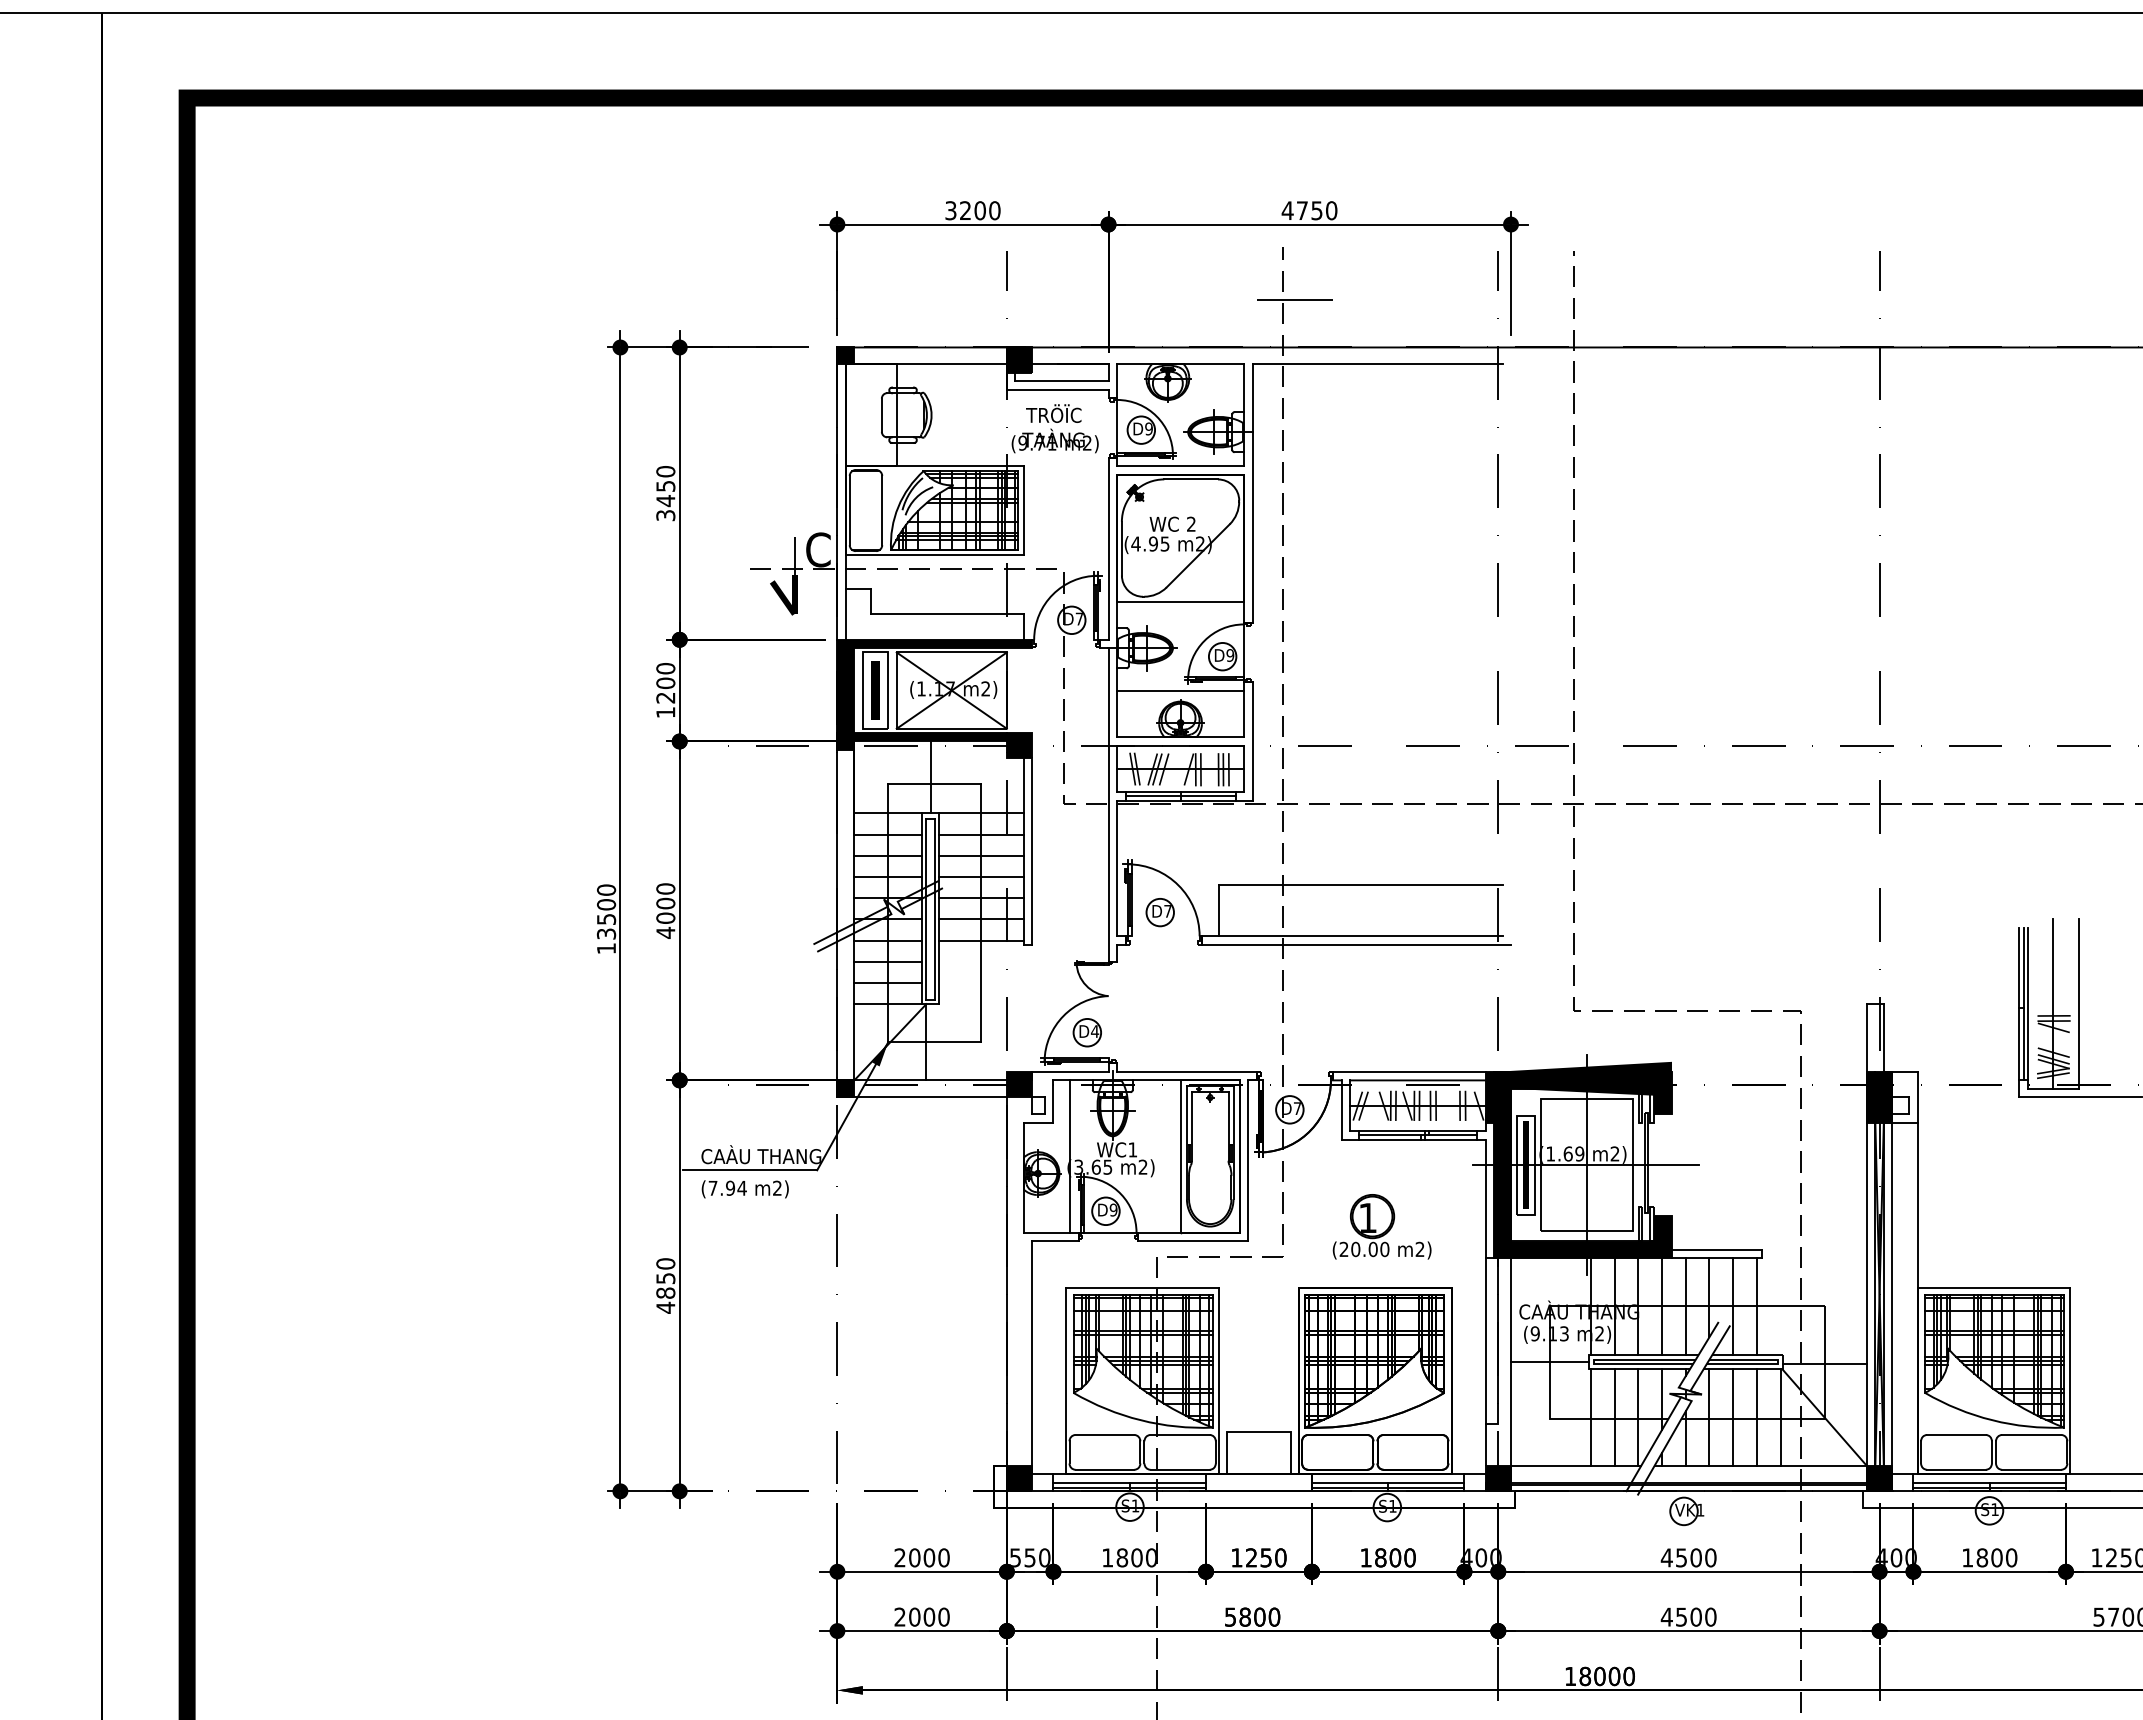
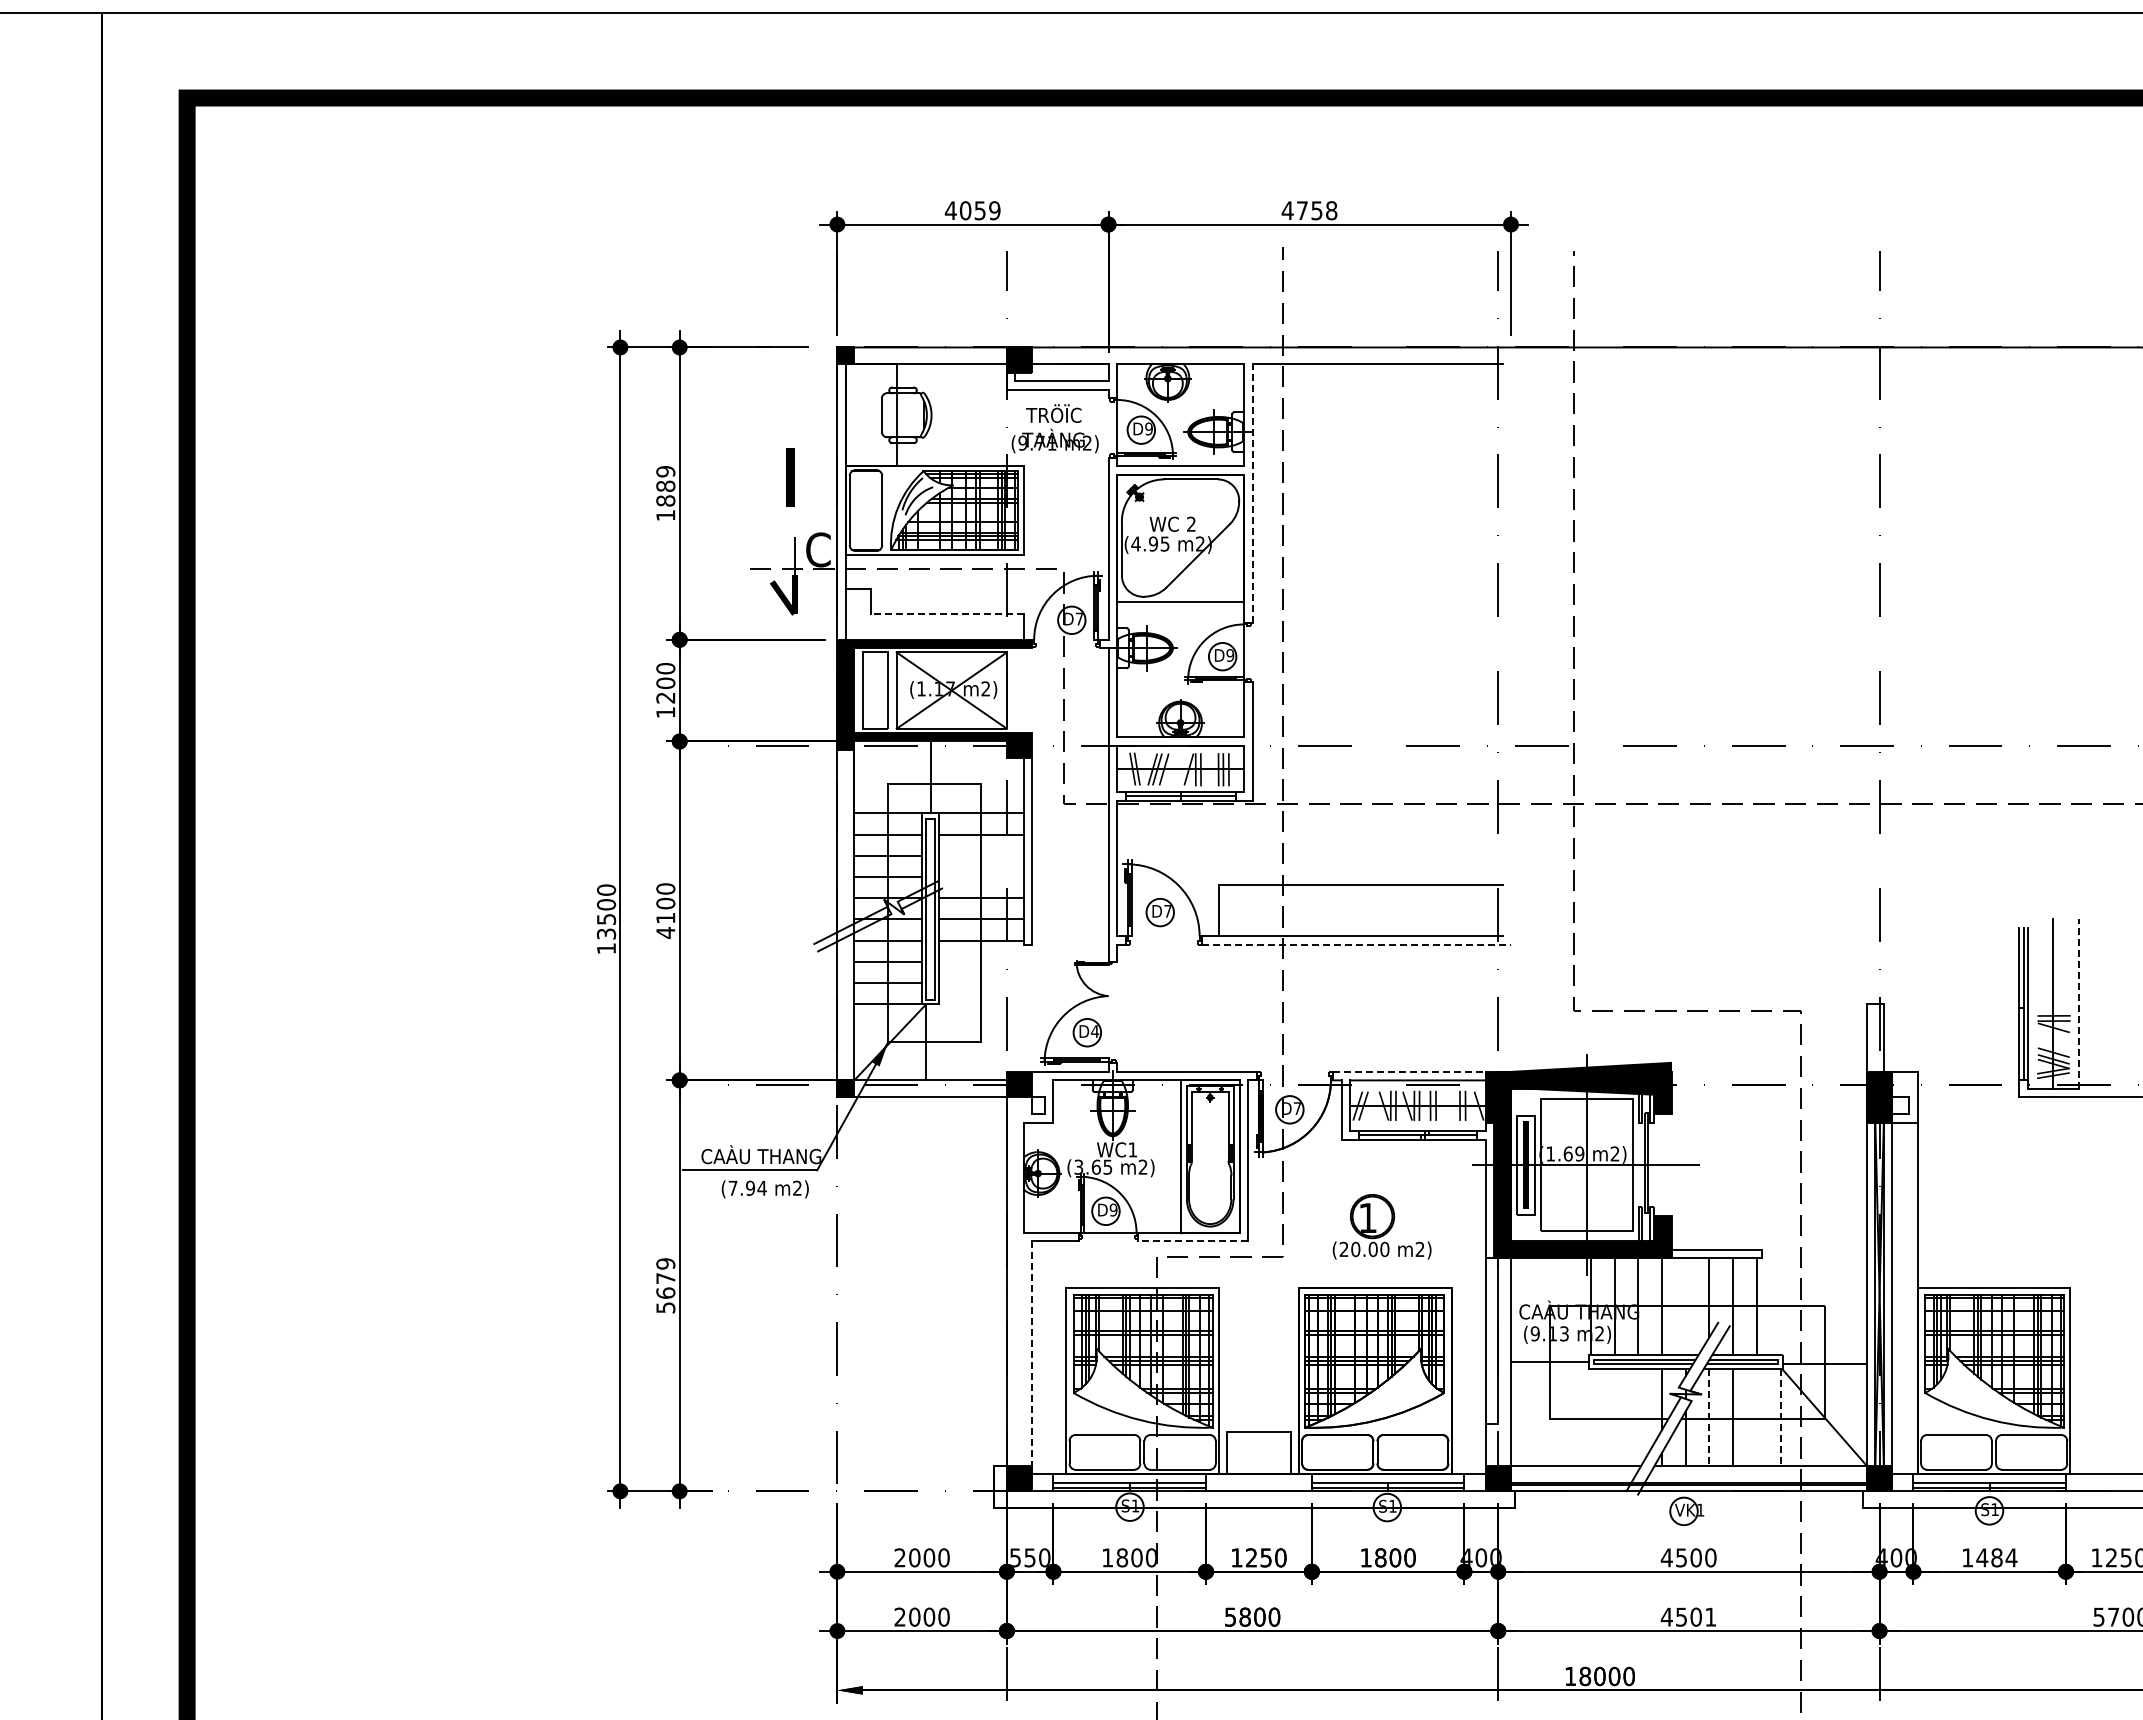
text at (972, 210): 3200 -> 4059
text at (1331, 210): 4750 -> 4758
line at (1294, 299): present -> none
text at (665, 493): 3450 -> 1889
line at (1252, 493): solid -> dashed
line at (947, 614): solid -> dashed
line at (875, 690) position: (875, 690) -> (790, 477)
line at (1180, 690): present -> none
line at (981, 855): present -> none
line at (981, 877): present -> none
text at (665, 917): 4000 -> 4100
line at (1356, 944): solid -> dashed
line at (2078, 1004): solid -> dashed
line at (1409, 1071): solid -> dashed
line at (1070, 1156): present -> none
text at (744, 1189) position: (744, 1189) -> (764, 1189)
line at (1192, 1241): solid -> dashed
text at (665, 1285): 4850 -> 5679
line at (1685, 1306): present -> none
line at (1032, 1357): solid -> dashed
line at (1590, 1417): present -> none
line at (1614, 1417): present -> none
line at (1638, 1417): present -> none
line at (1756, 1417): present -> none
line at (1709, 1418): solid -> dashed
line at (1780, 1418): solid -> dashed
text at (1996, 1557): 1800 -> 1484
text at (1710, 1616): 4500 -> 4501
